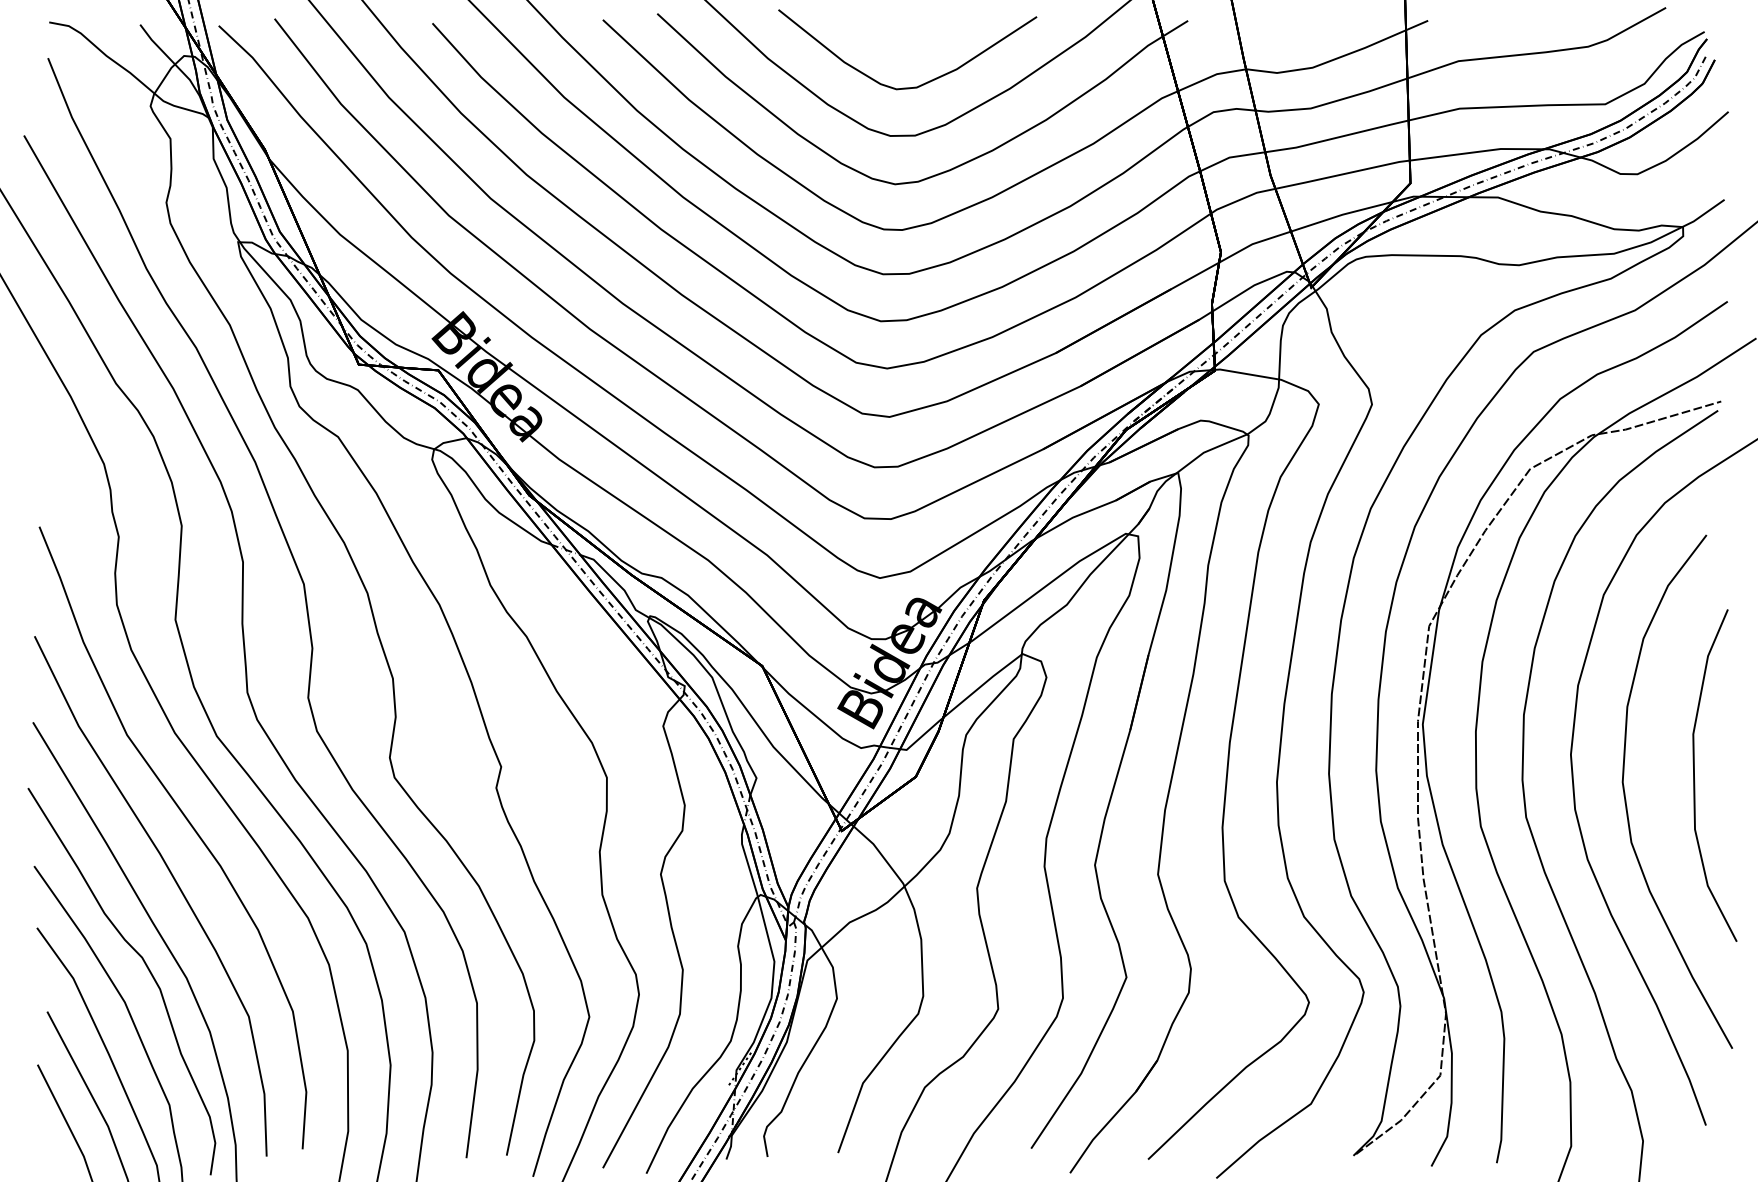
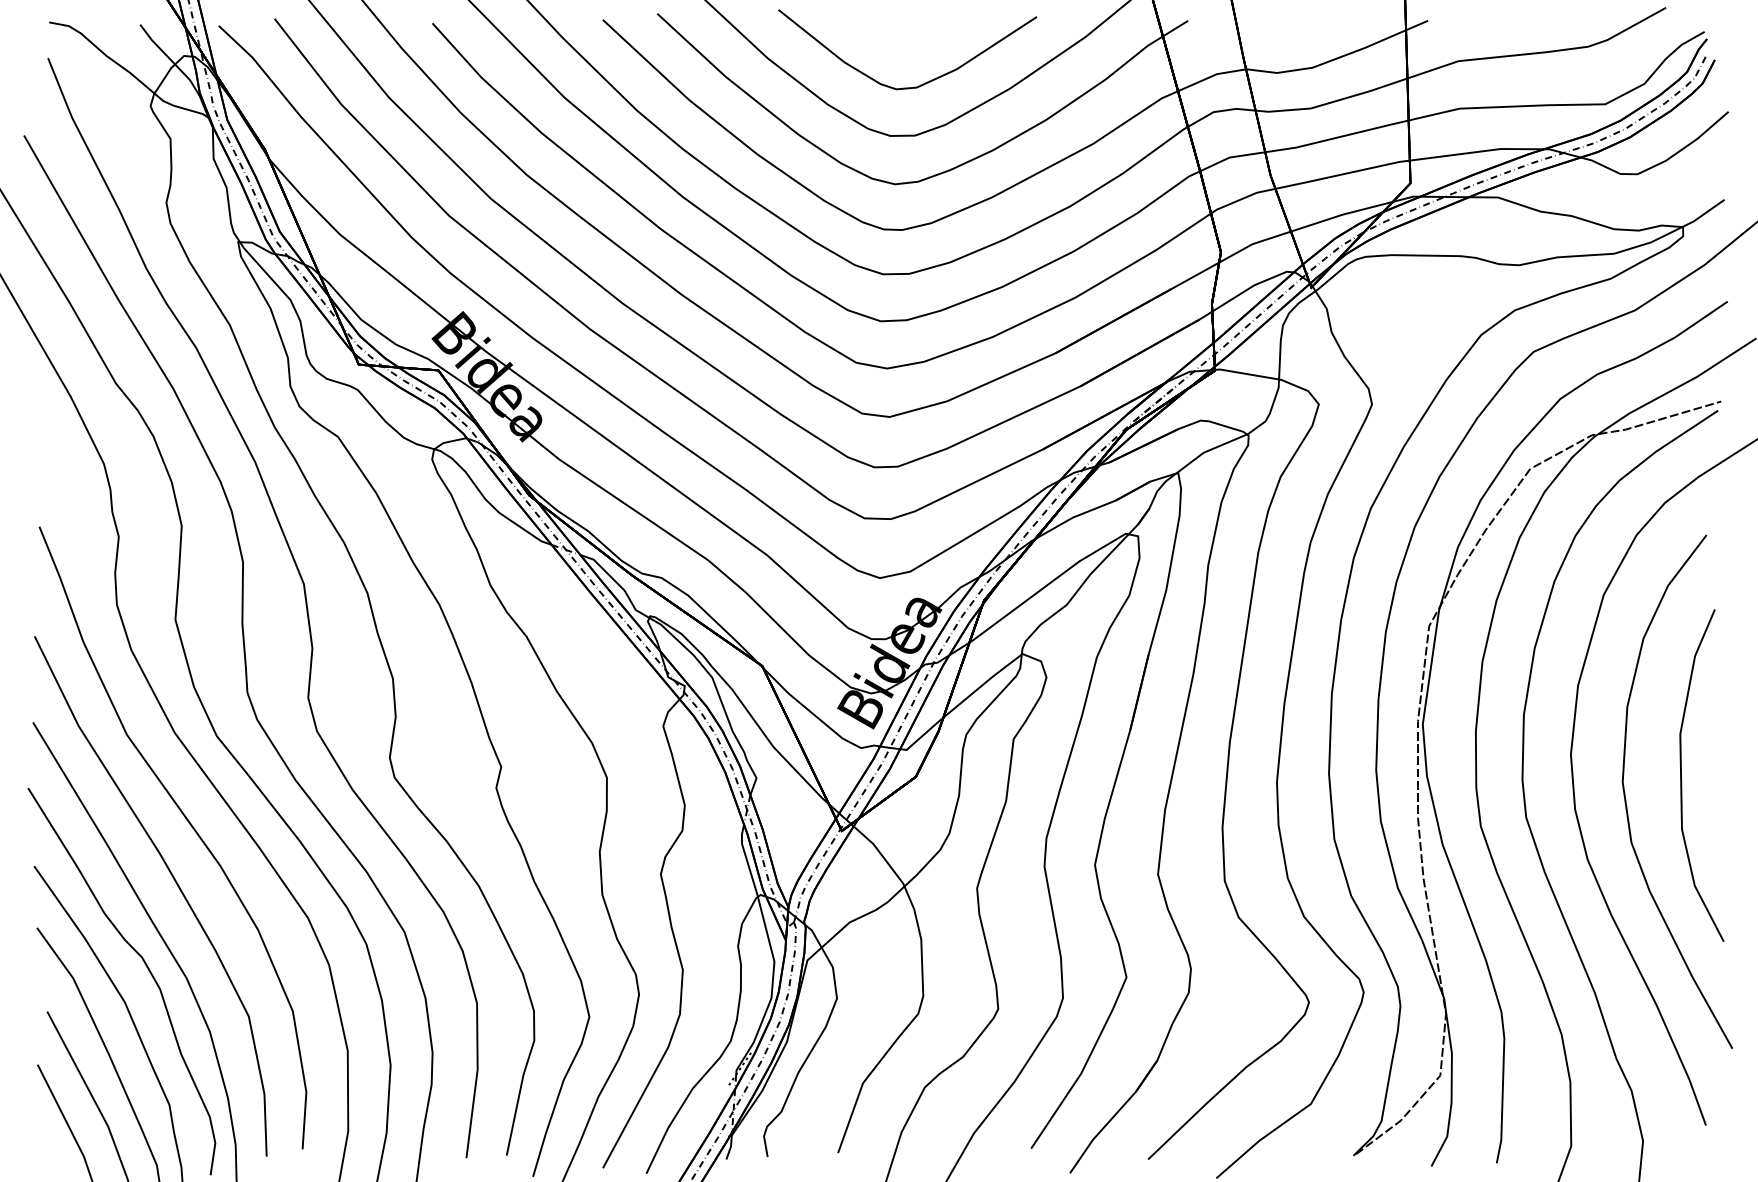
curve at (1695, 781) position: (1695, 781) -> (1682, 781)
